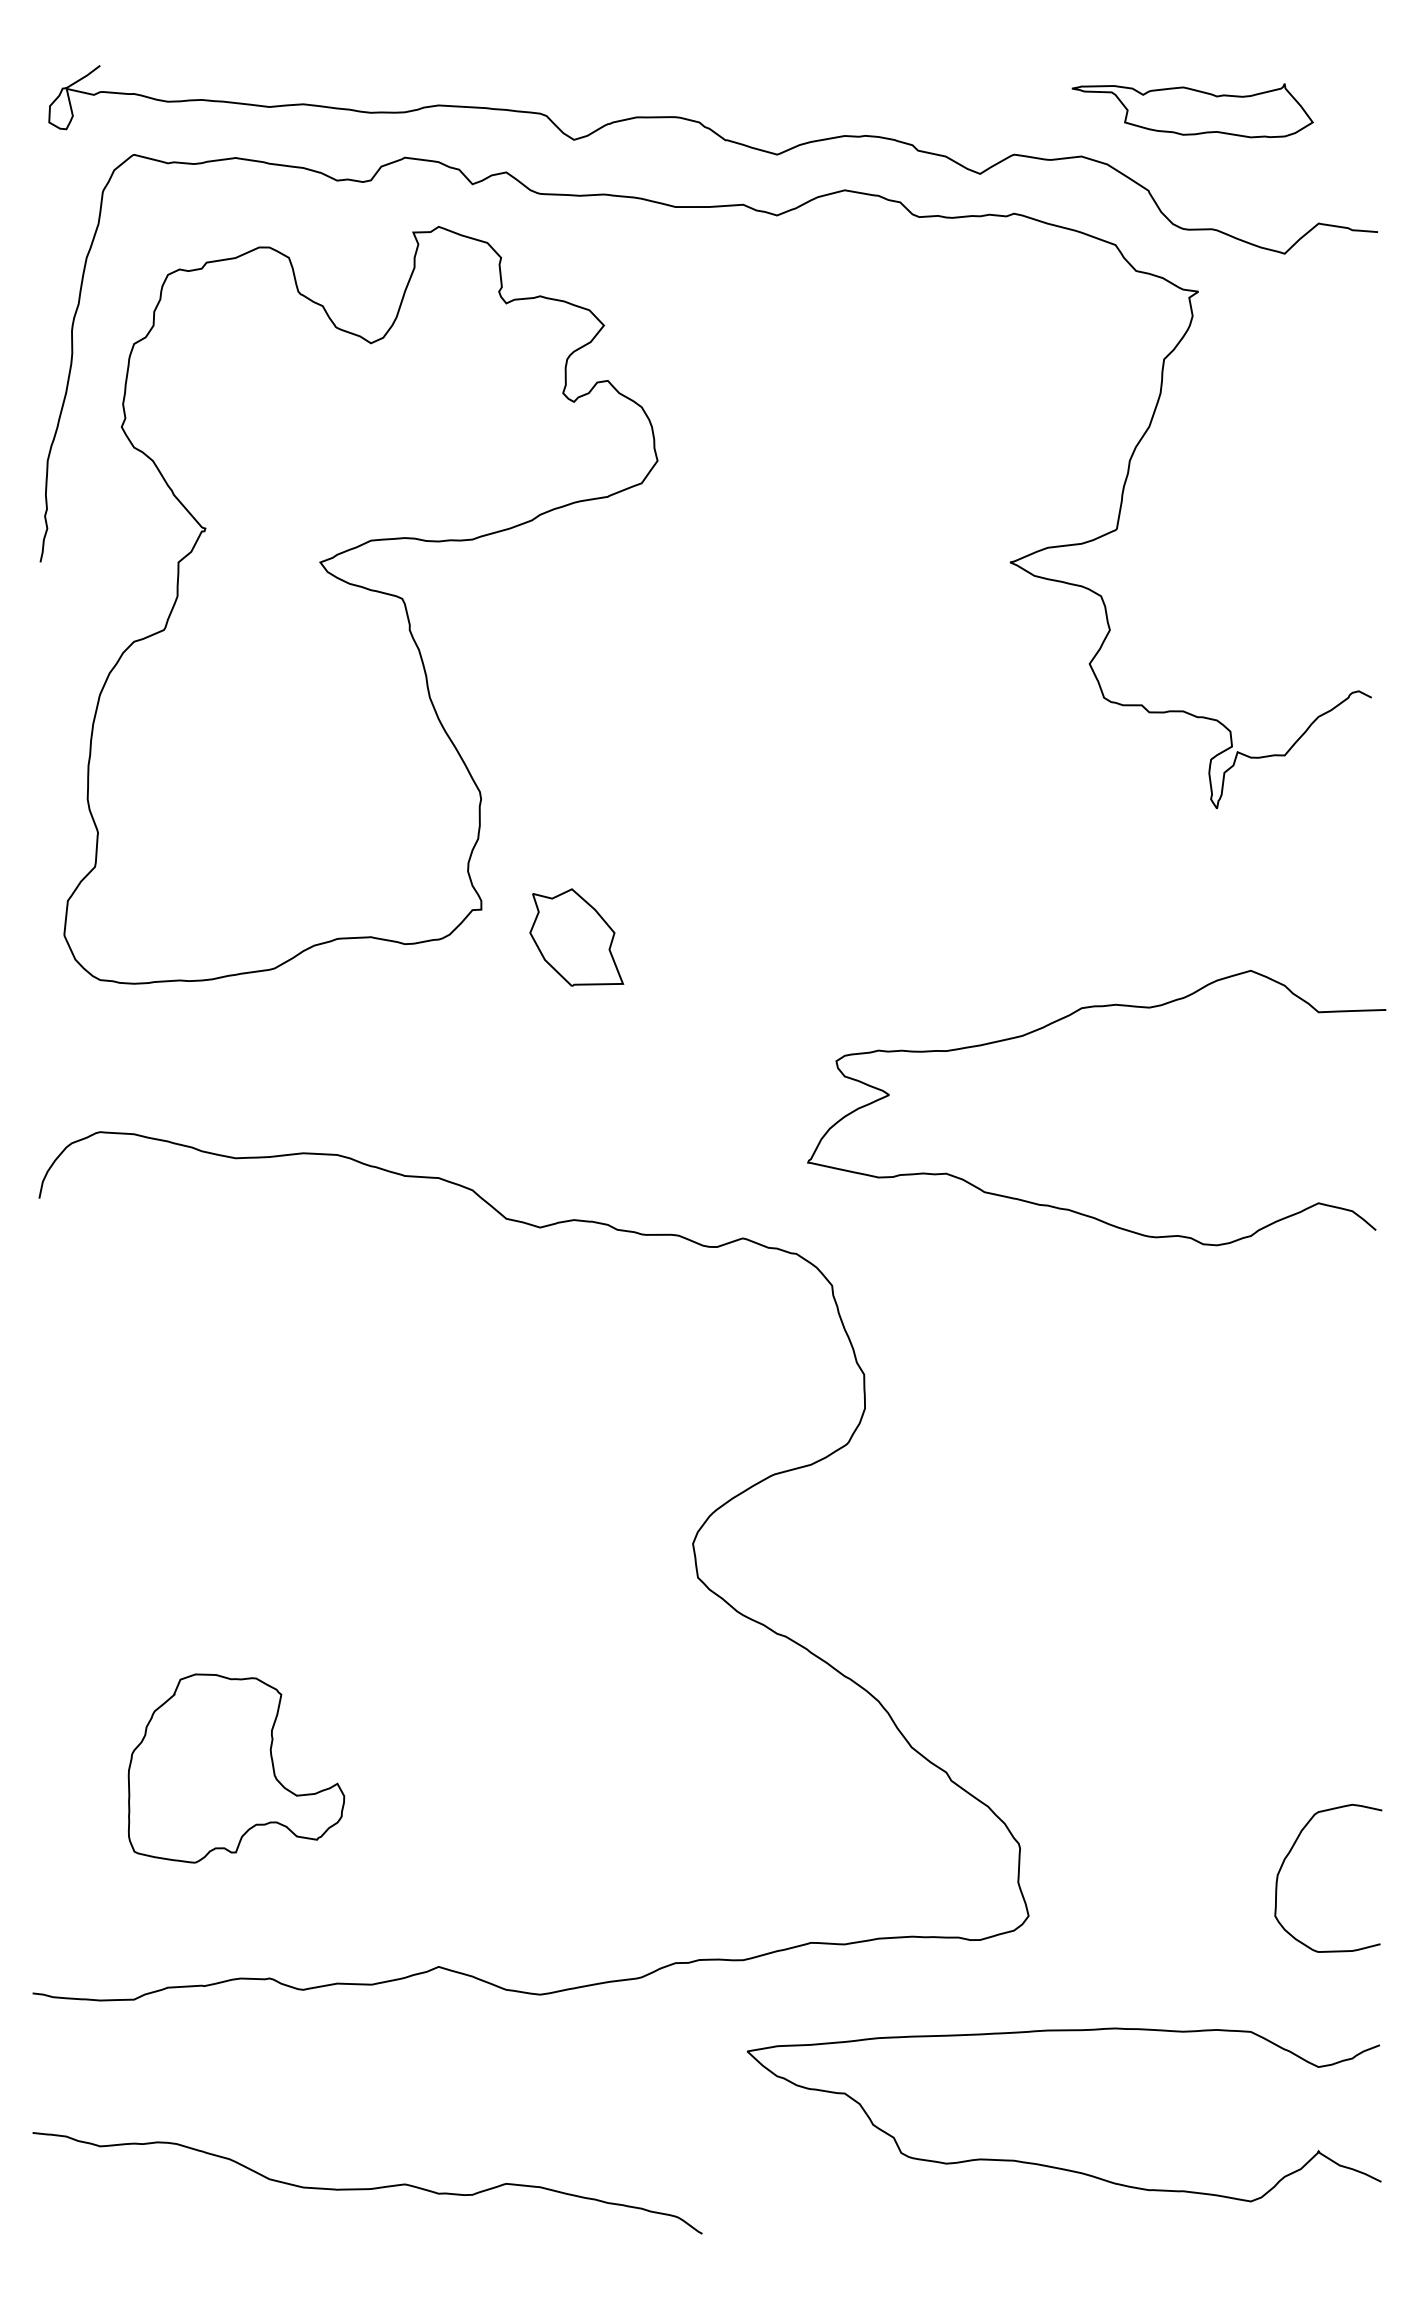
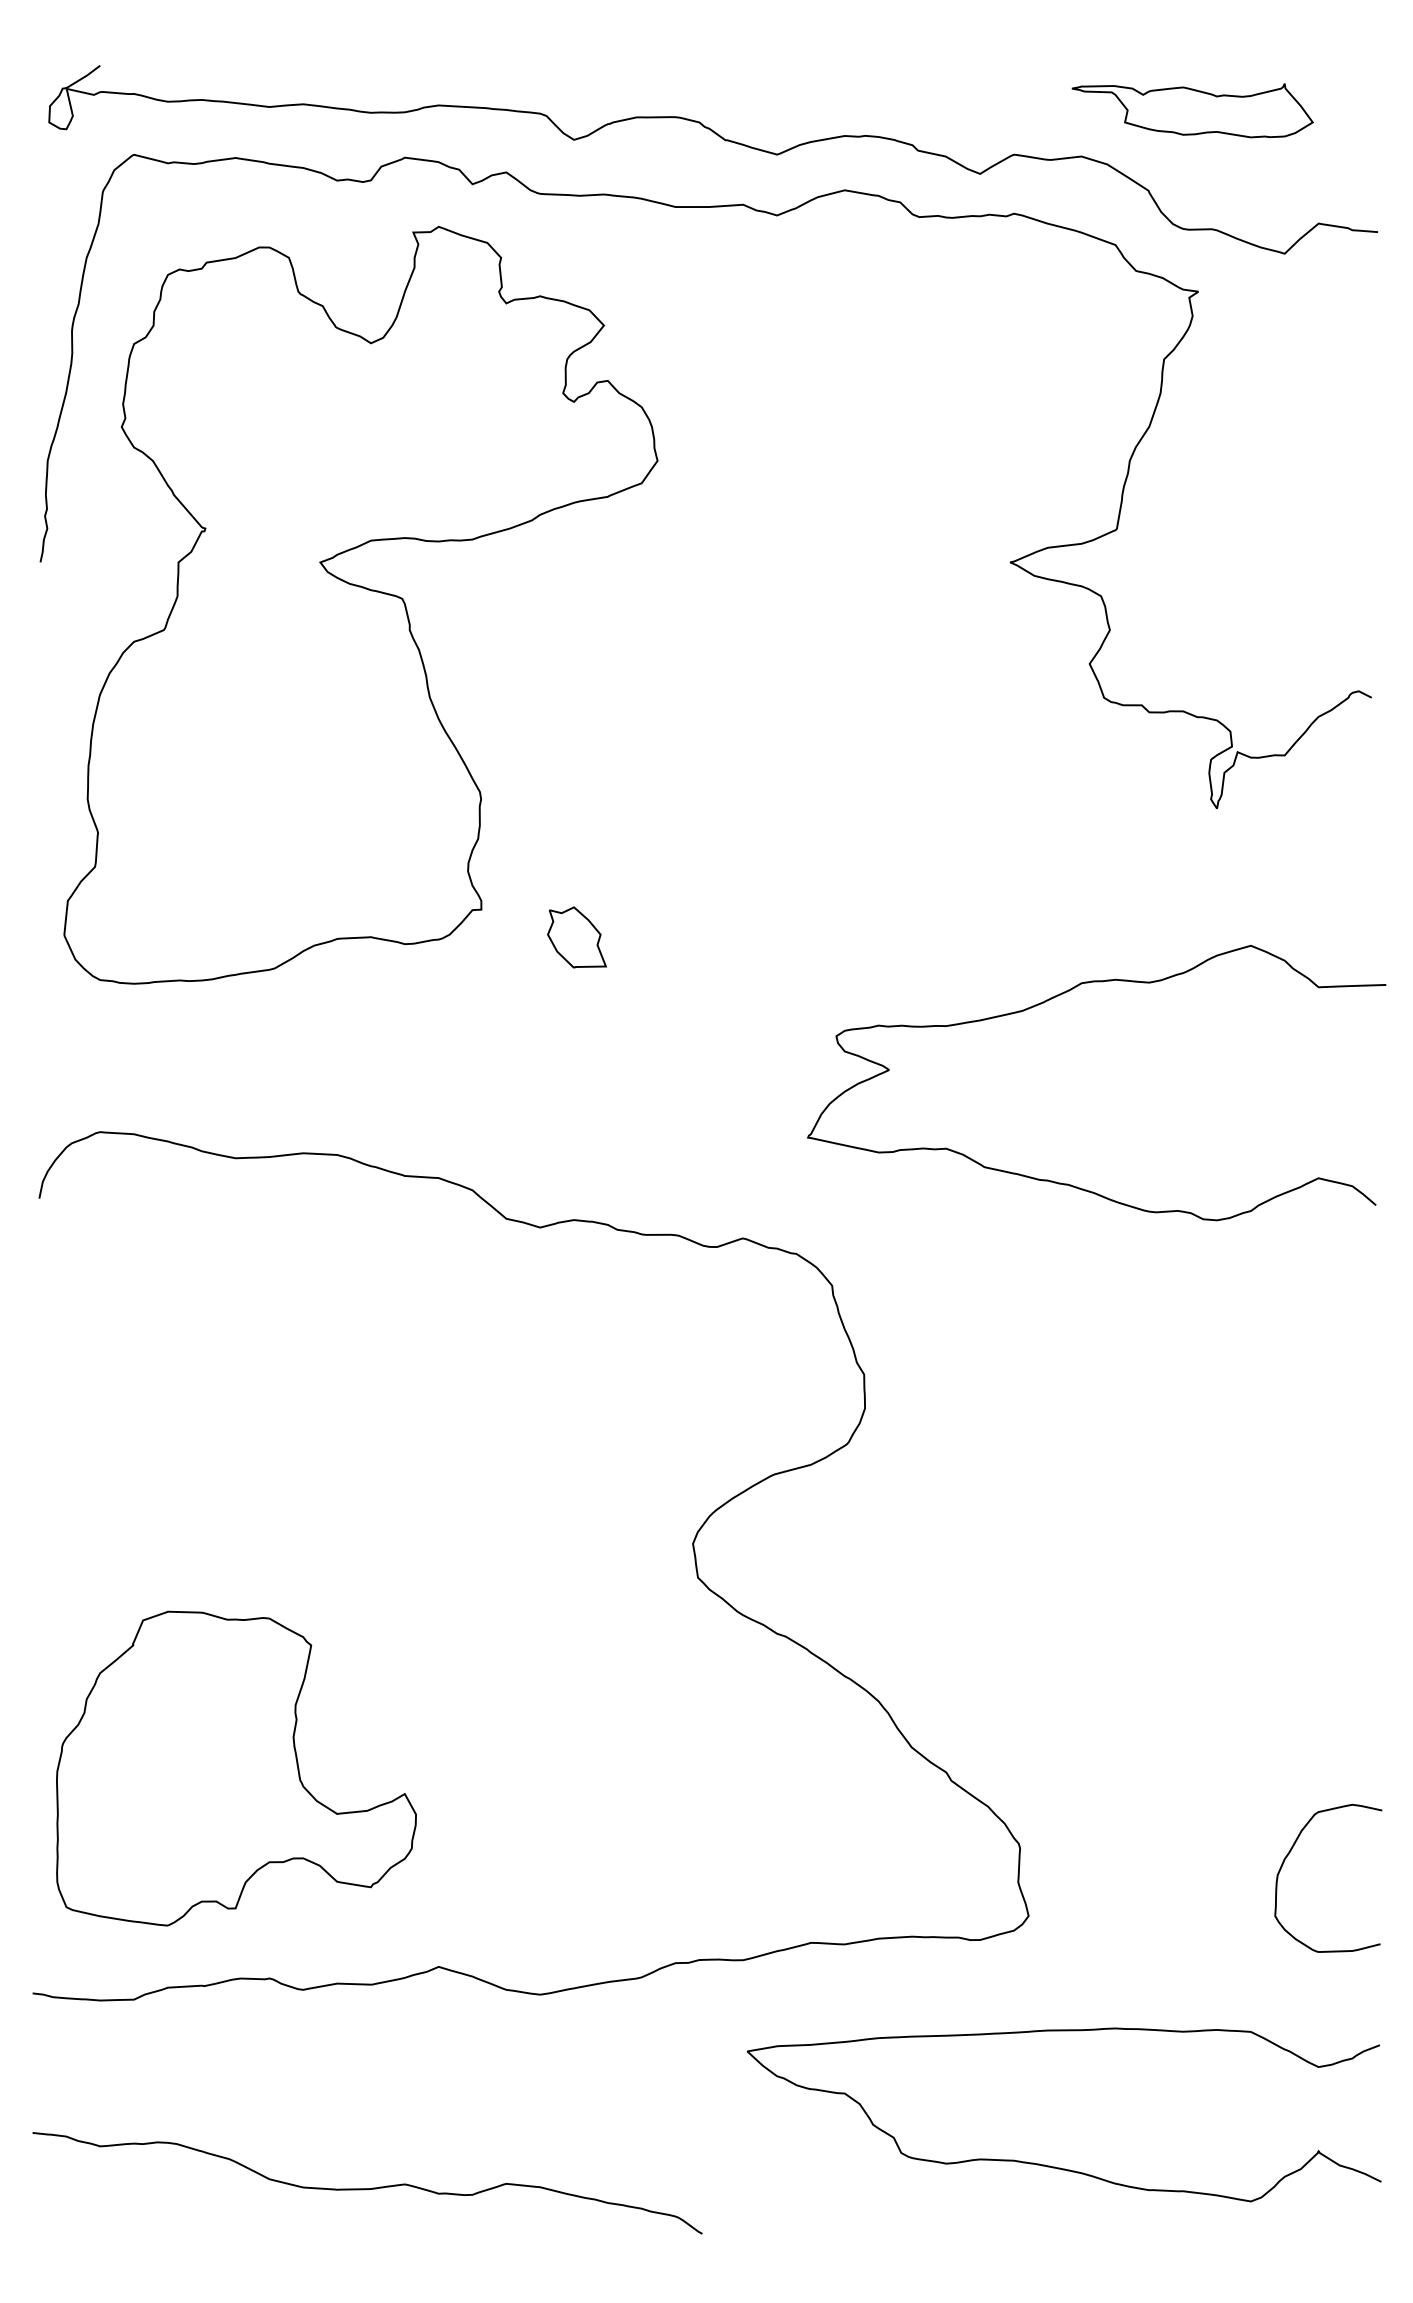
part at (576, 937) size: 96x99 px -> 61x63 px
curve at (1056, 1022) position: (1056, 1022) -> (1056, 997)
part at (236, 1768) size: 219x191 px -> 361x317 px
